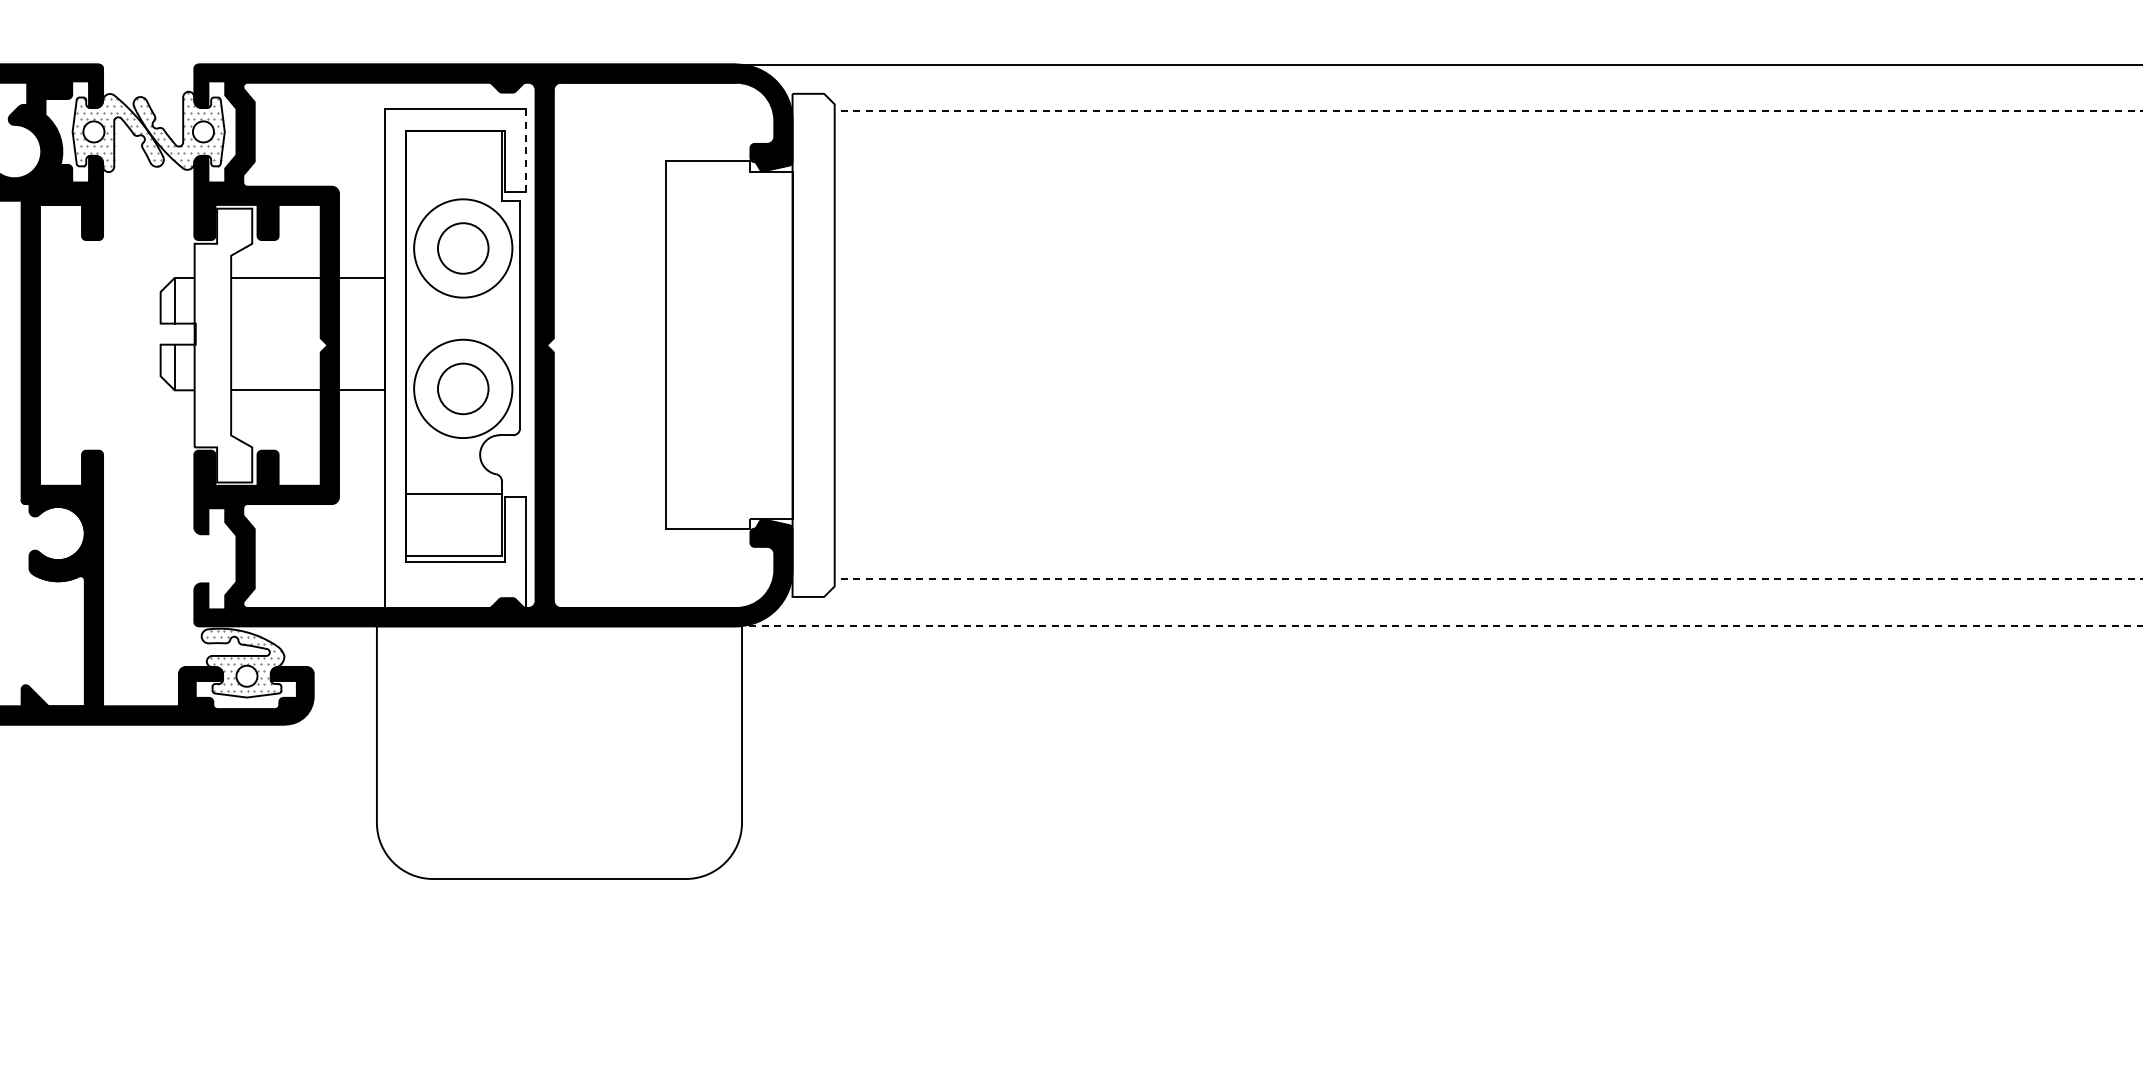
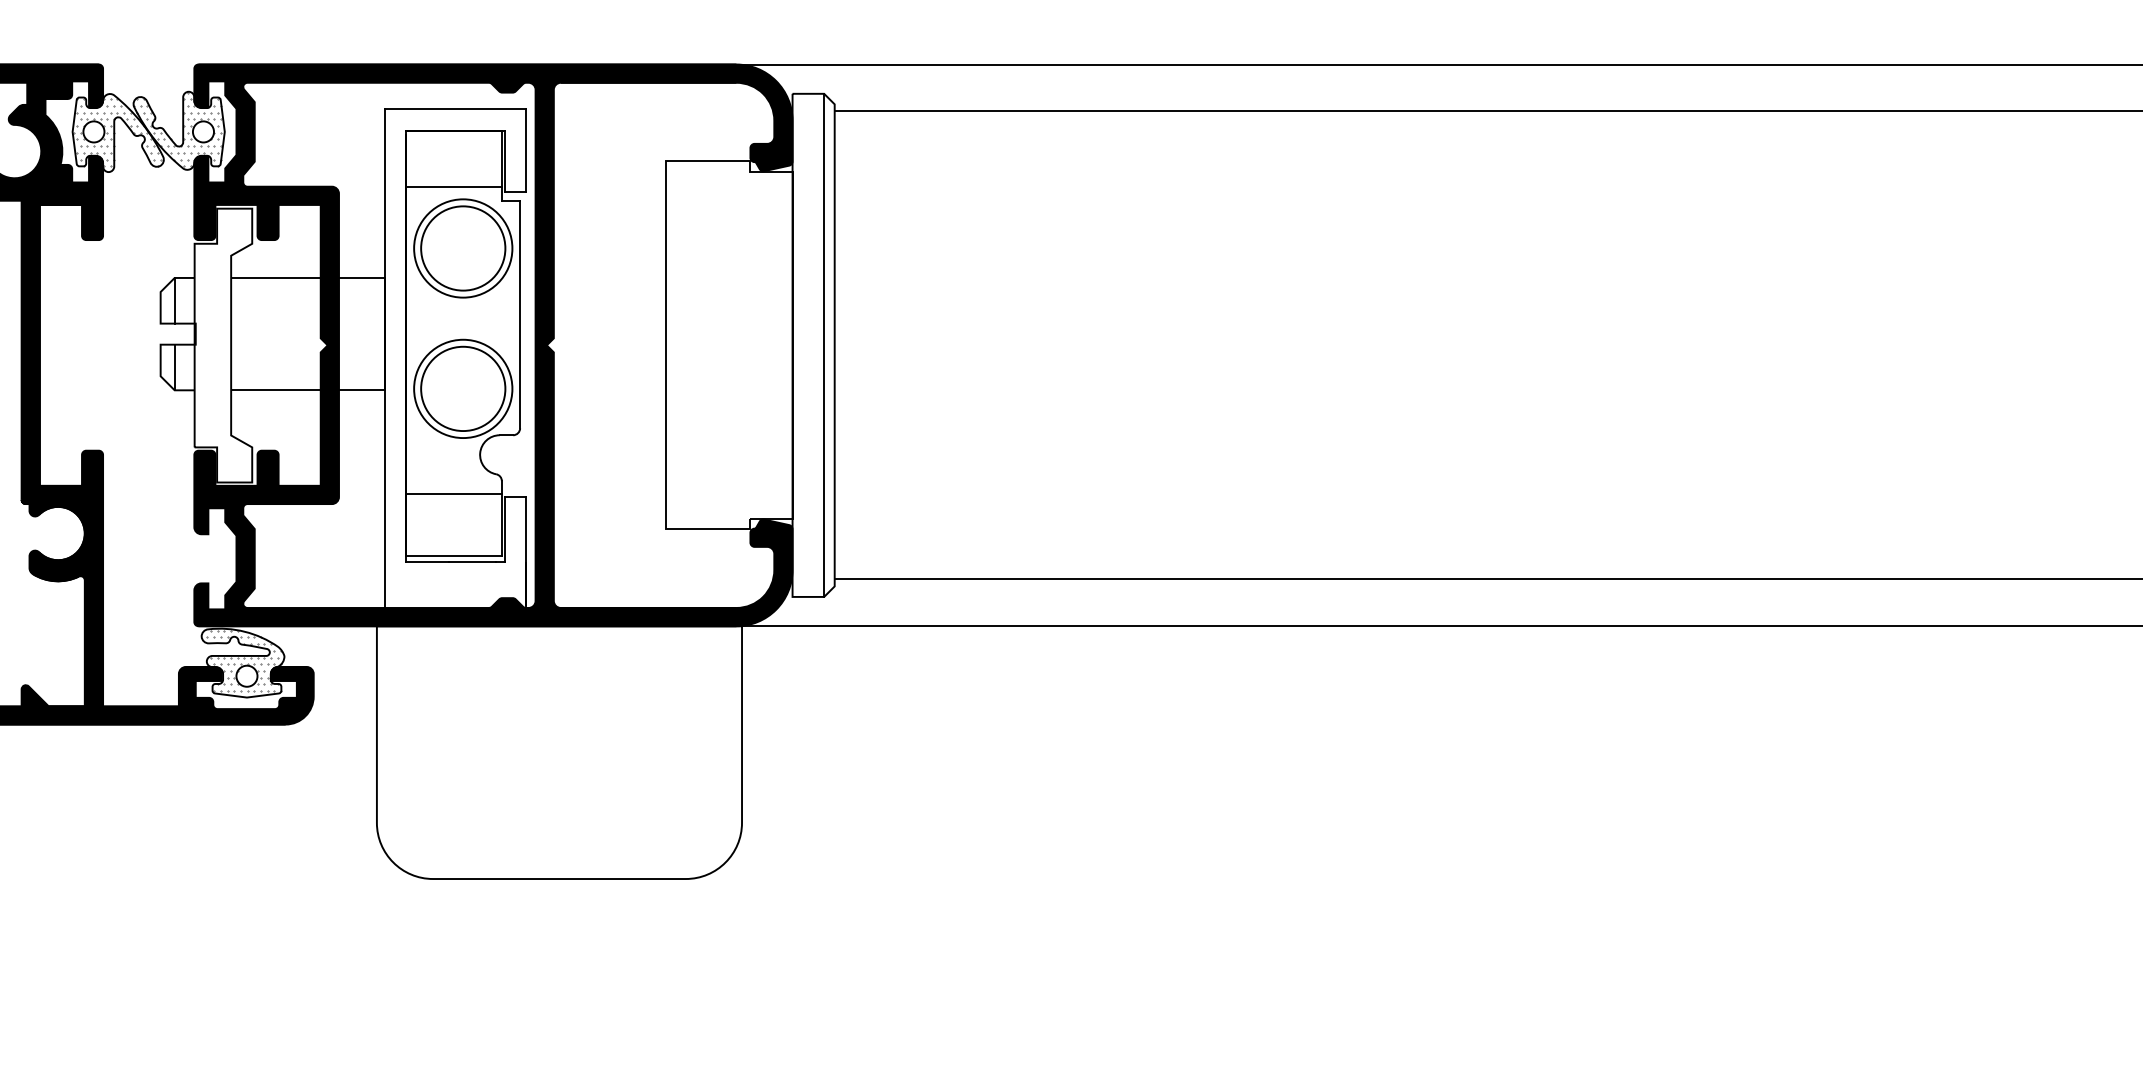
line at (1488, 111): dashed -> solid
line at (525, 151): dashed -> solid
line at (453, 186): none -> present
circle at (462, 248) diameter: 51 px -> 84 px
line at (824, 344): none -> present
circle at (462, 388) diameter: 51 px -> 84 px
line at (1488, 579): dashed -> solid
line at (1439, 626): dashed -> solid
